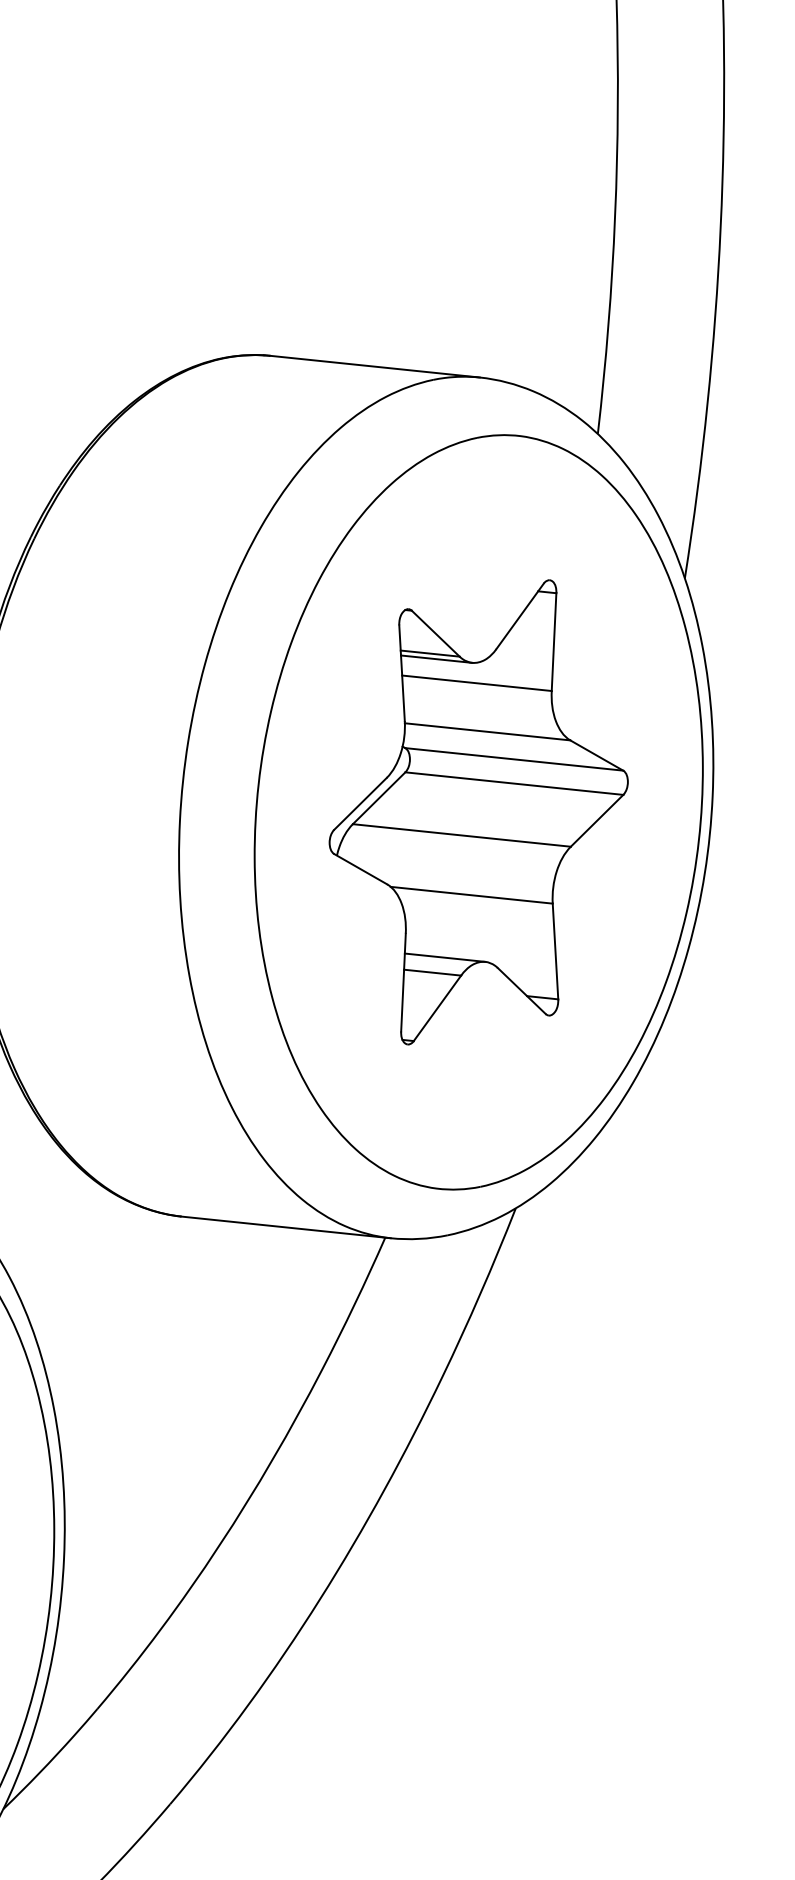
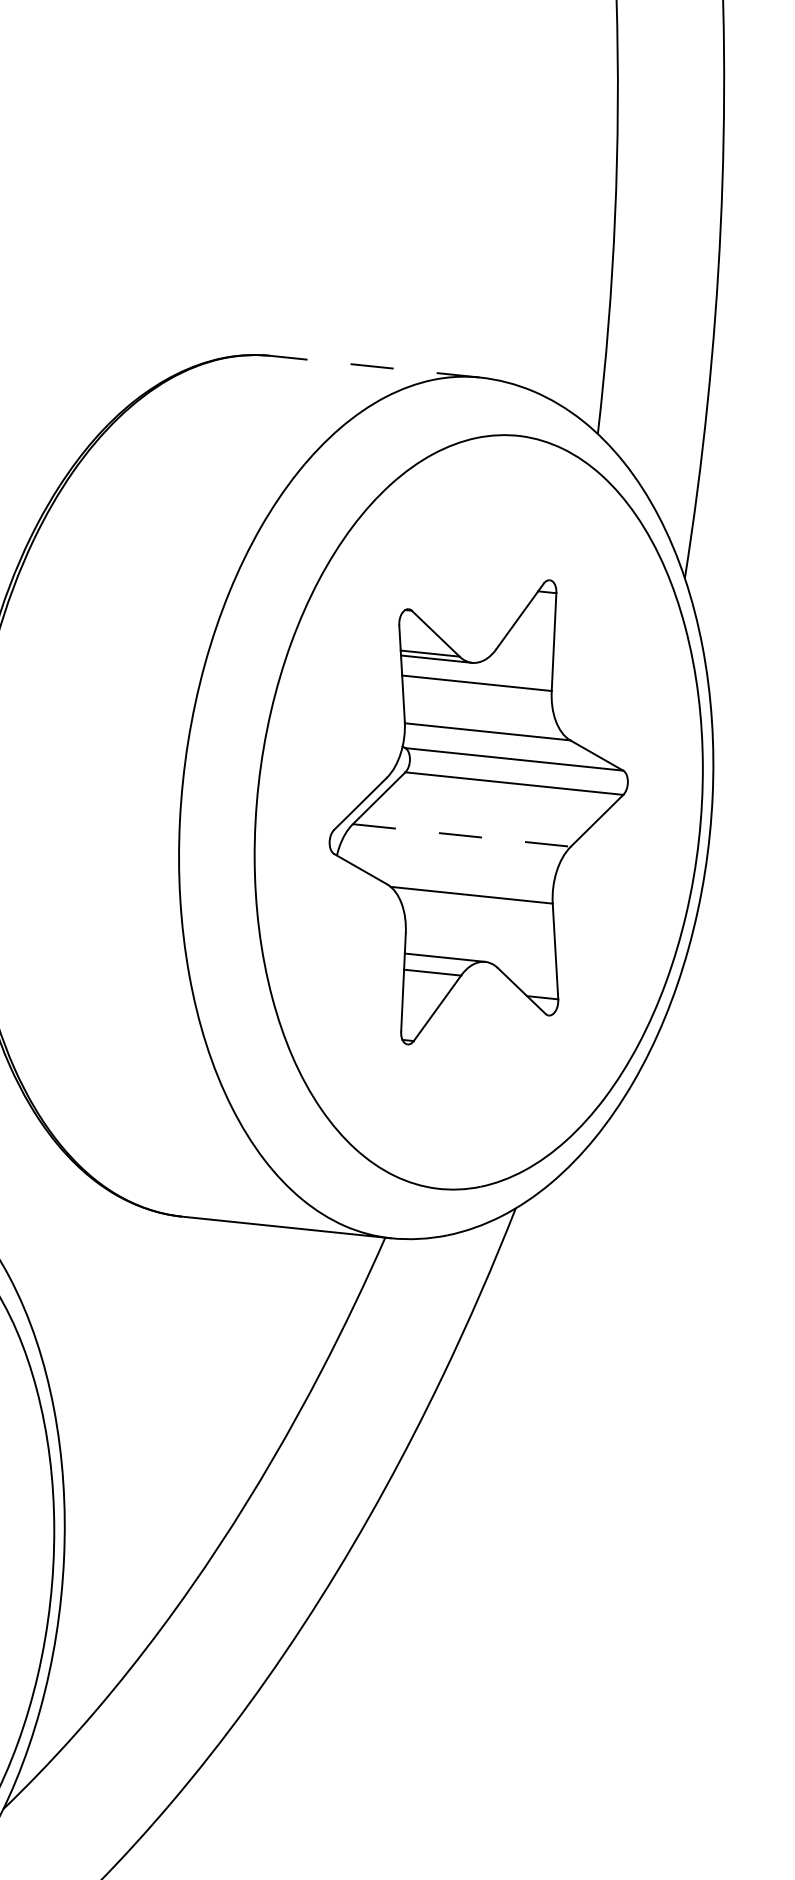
line at (374, 366): solid -> dashed
line at (461, 835): solid -> dashed
